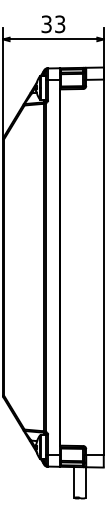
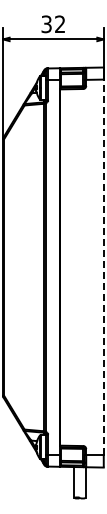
text at (60, 24): 33 -> 32
line at (103, 267): solid -> dashed
